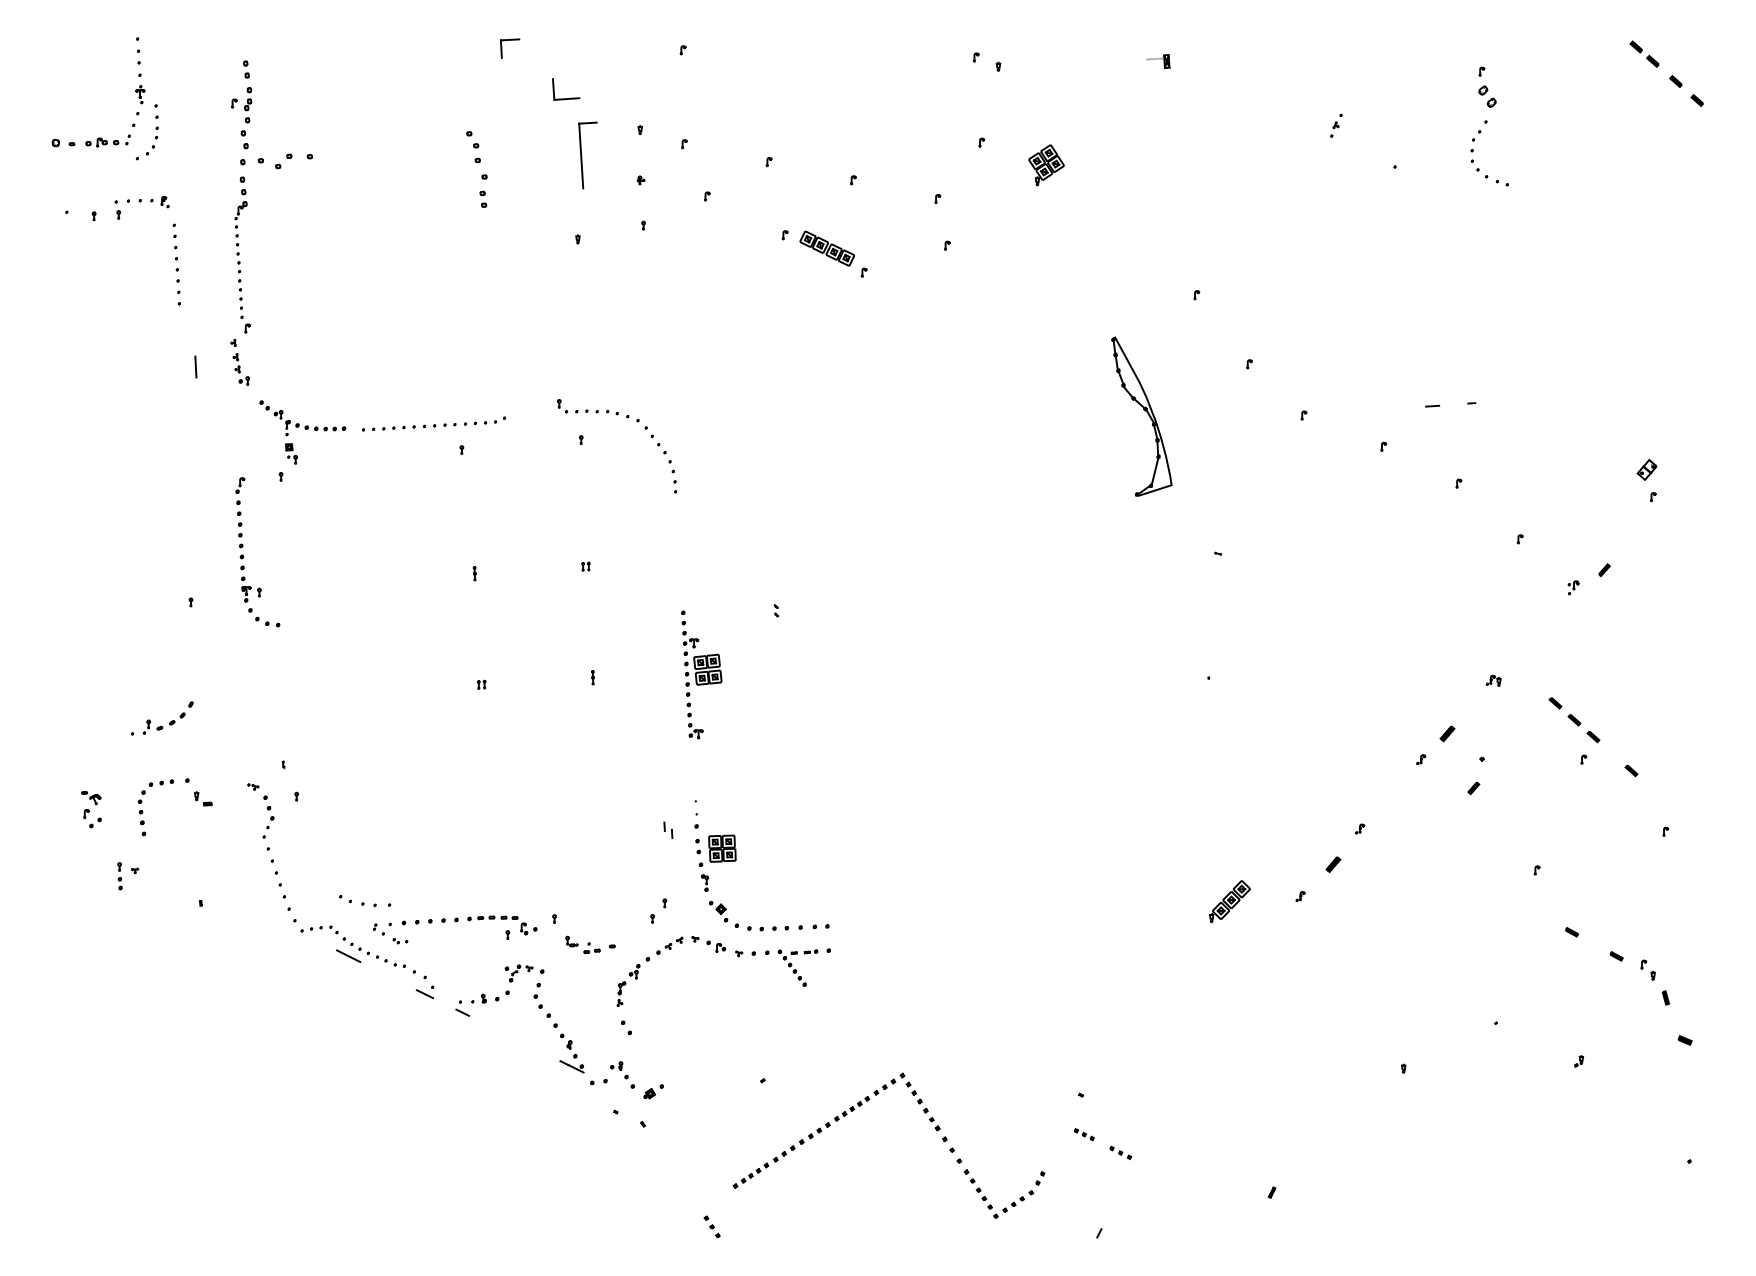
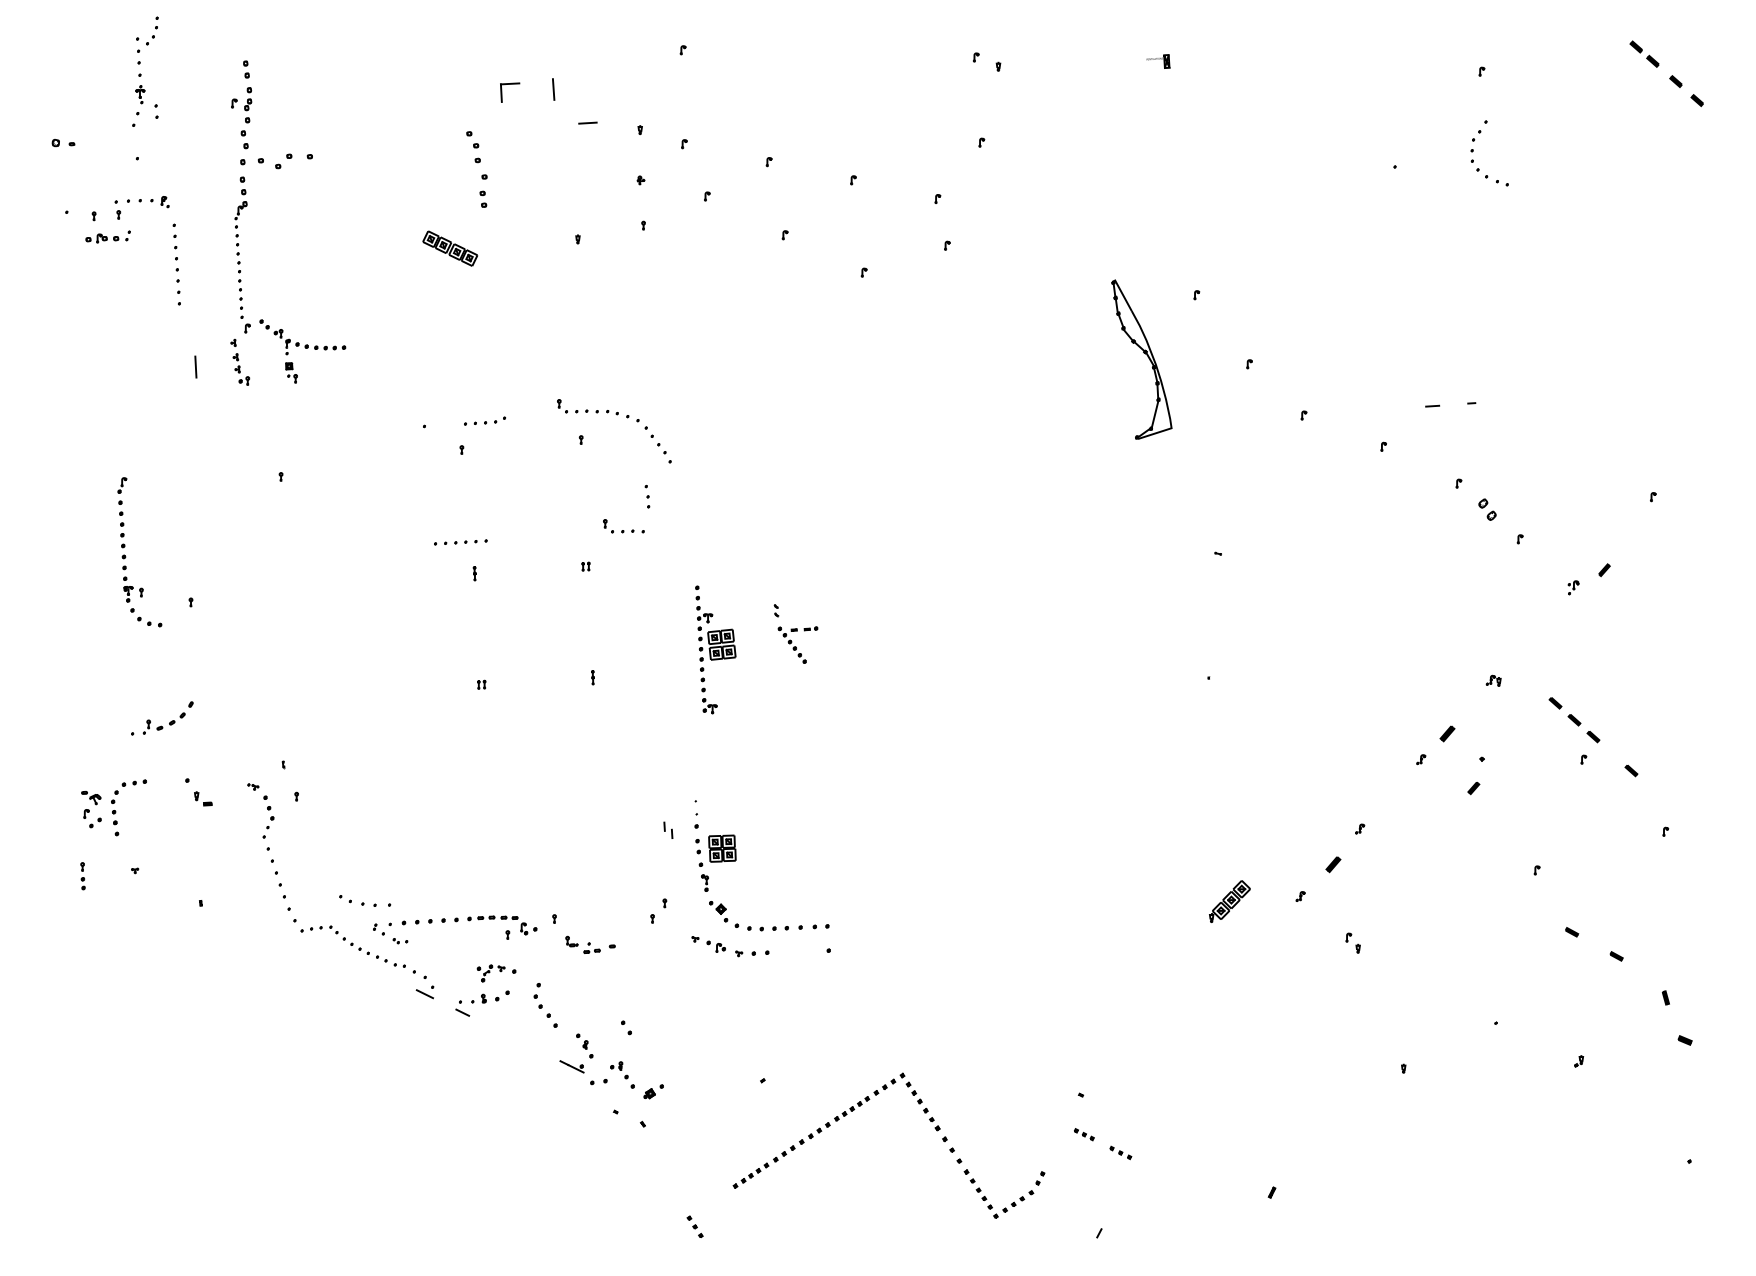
part at (510, 40) position: (510, 40) -> (510, 84)
part at (1487, 96) position: (1487, 96) -> (1487, 509)
line at (566, 98): present -> none
part at (1336, 125): present -> none
part at (107, 140) position: (107, 140) -> (107, 236)
part at (152, 140) position: (152, 140) -> (152, 30)
line at (581, 155): present -> none
part at (1046, 165): present -> none
part at (827, 248) position: (827, 248) -> (450, 248)
part at (1143, 410) position: (1143, 410) -> (1143, 353)
part at (444, 425): present -> none
part at (388, 428) position: (388, 428) -> (460, 542)
part at (302, 432) position: (302, 432) -> (302, 351)
part at (1646, 469): present -> none
part at (674, 481) position: (674, 481) -> (647, 496)
part at (623, 526): none -> present
part at (244, 556) position: (244, 556) -> (126, 556)
part at (701, 674) position: (701, 674) -> (715, 649)
part at (143, 811) position: (143, 811) -> (116, 811)
part at (119, 876) position: (119, 876) -> (82, 876)
line at (348, 956): present -> none
part at (640, 967): present -> none
part at (797, 967) position: (797, 967) -> (797, 644)
part at (1647, 969) position: (1647, 969) -> (1352, 942)
part at (524, 973) position: (524, 973) -> (496, 973)
part at (568, 1045) position: (568, 1045) -> (584, 1045)
part at (711, 1226) position: (711, 1226) -> (694, 1226)
